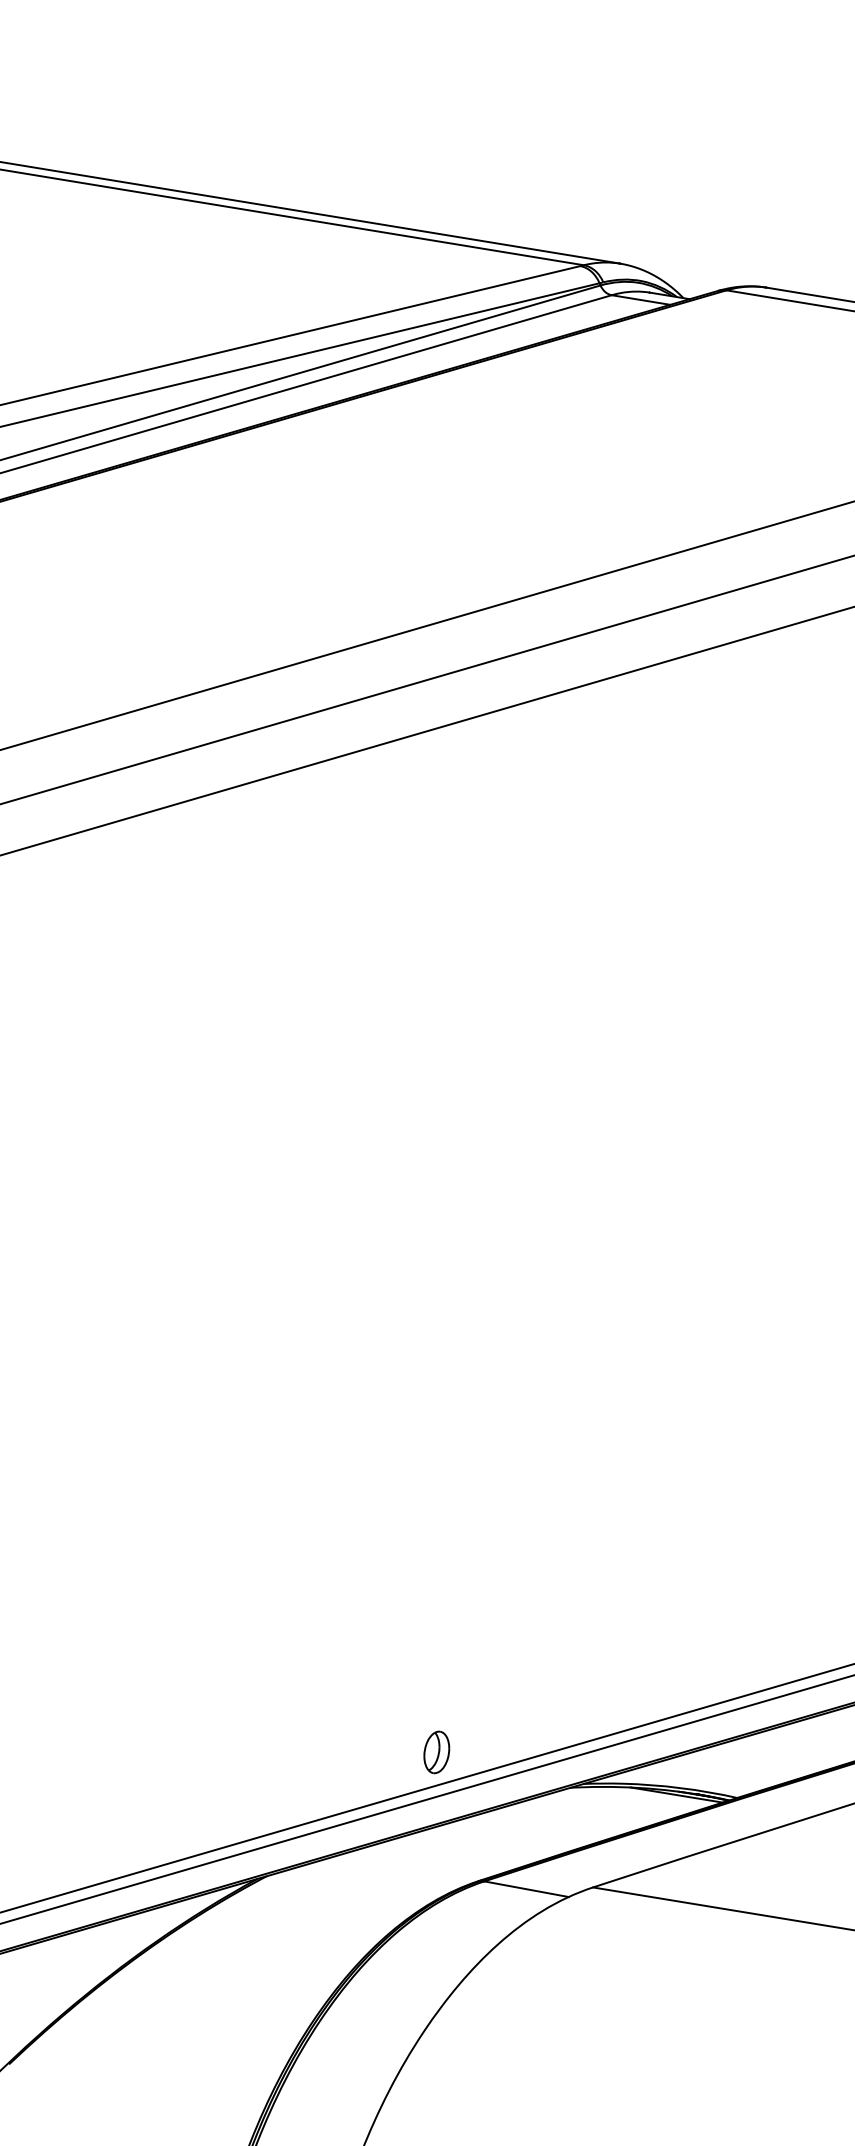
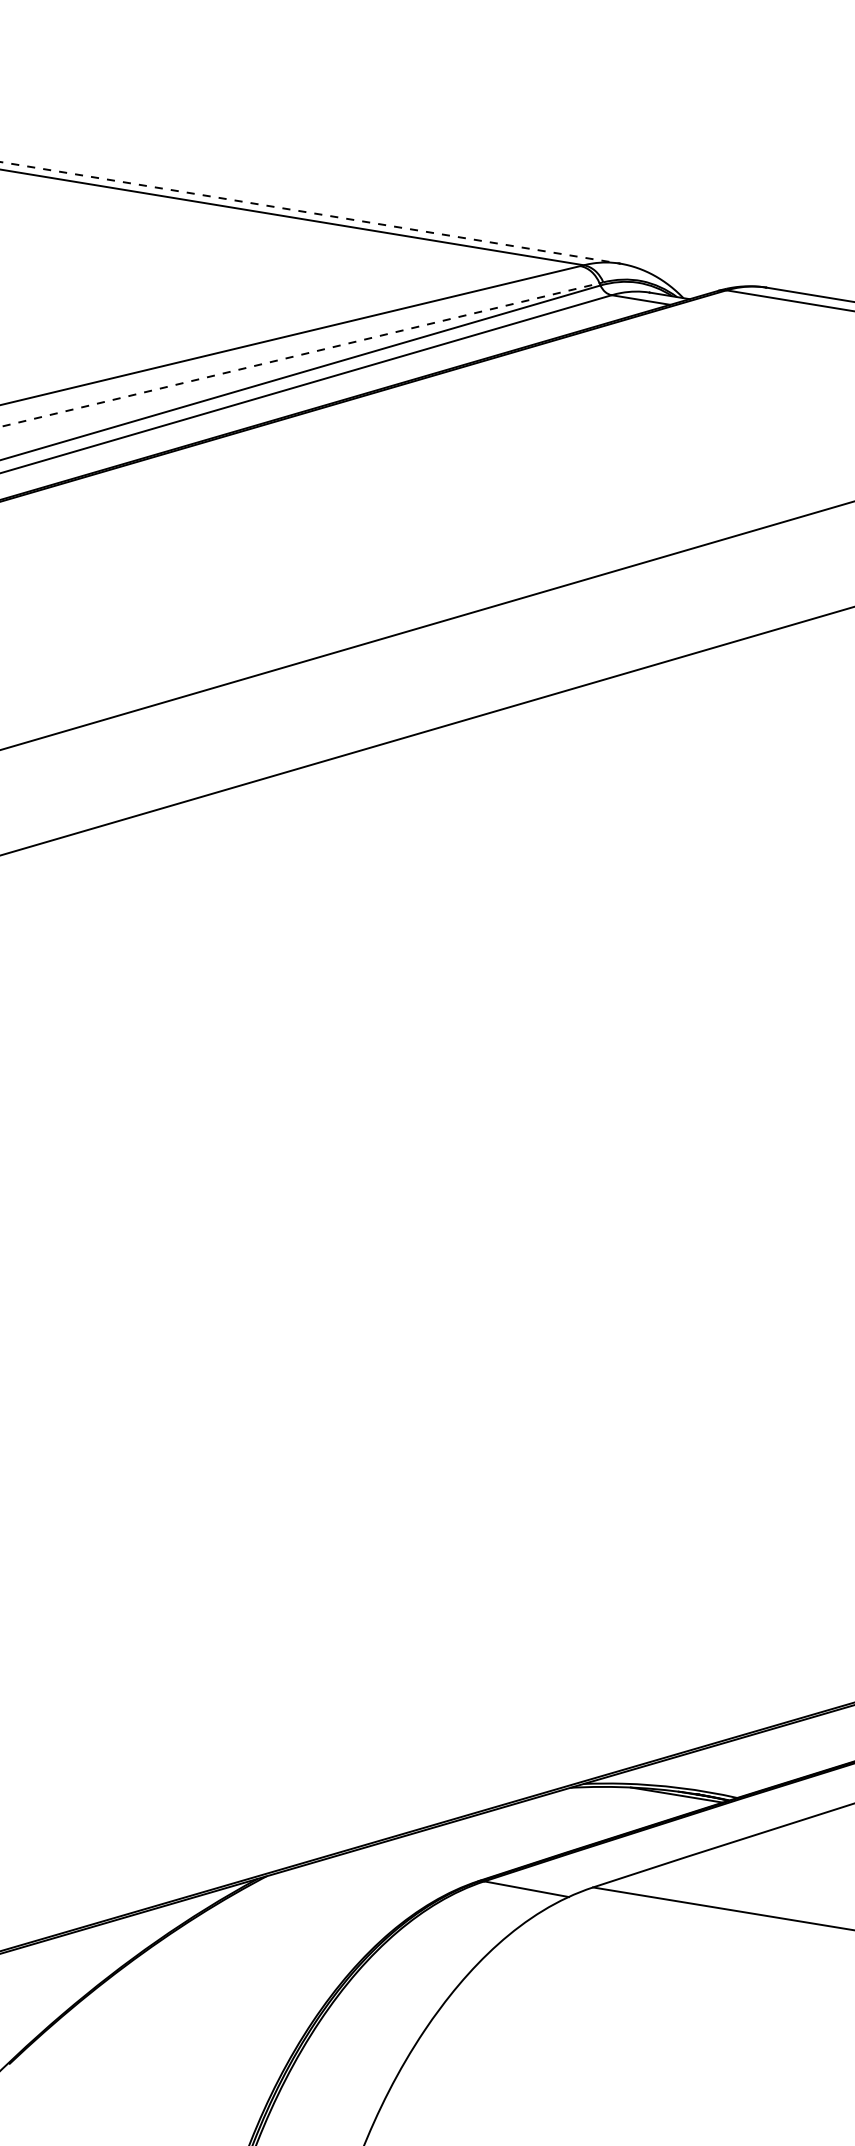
line at (310, 212): solid -> dashed
line at (300, 355): solid -> dashed
line at (426, 679): present -> none
part at (436, 1752): present -> none
line at (426, 1788): present -> none
line at (426, 1799): present -> none
